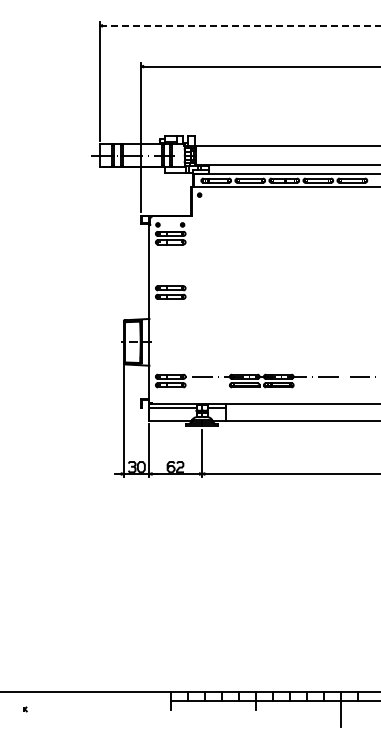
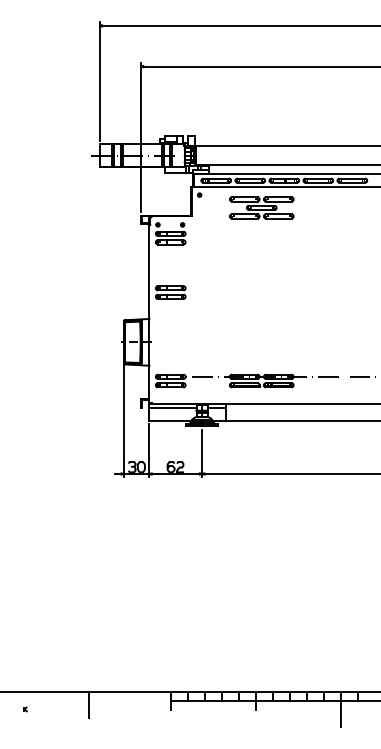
line at (240, 25): dashed -> solid
part at (261, 207): none -> present
line at (88, 705): none -> present
